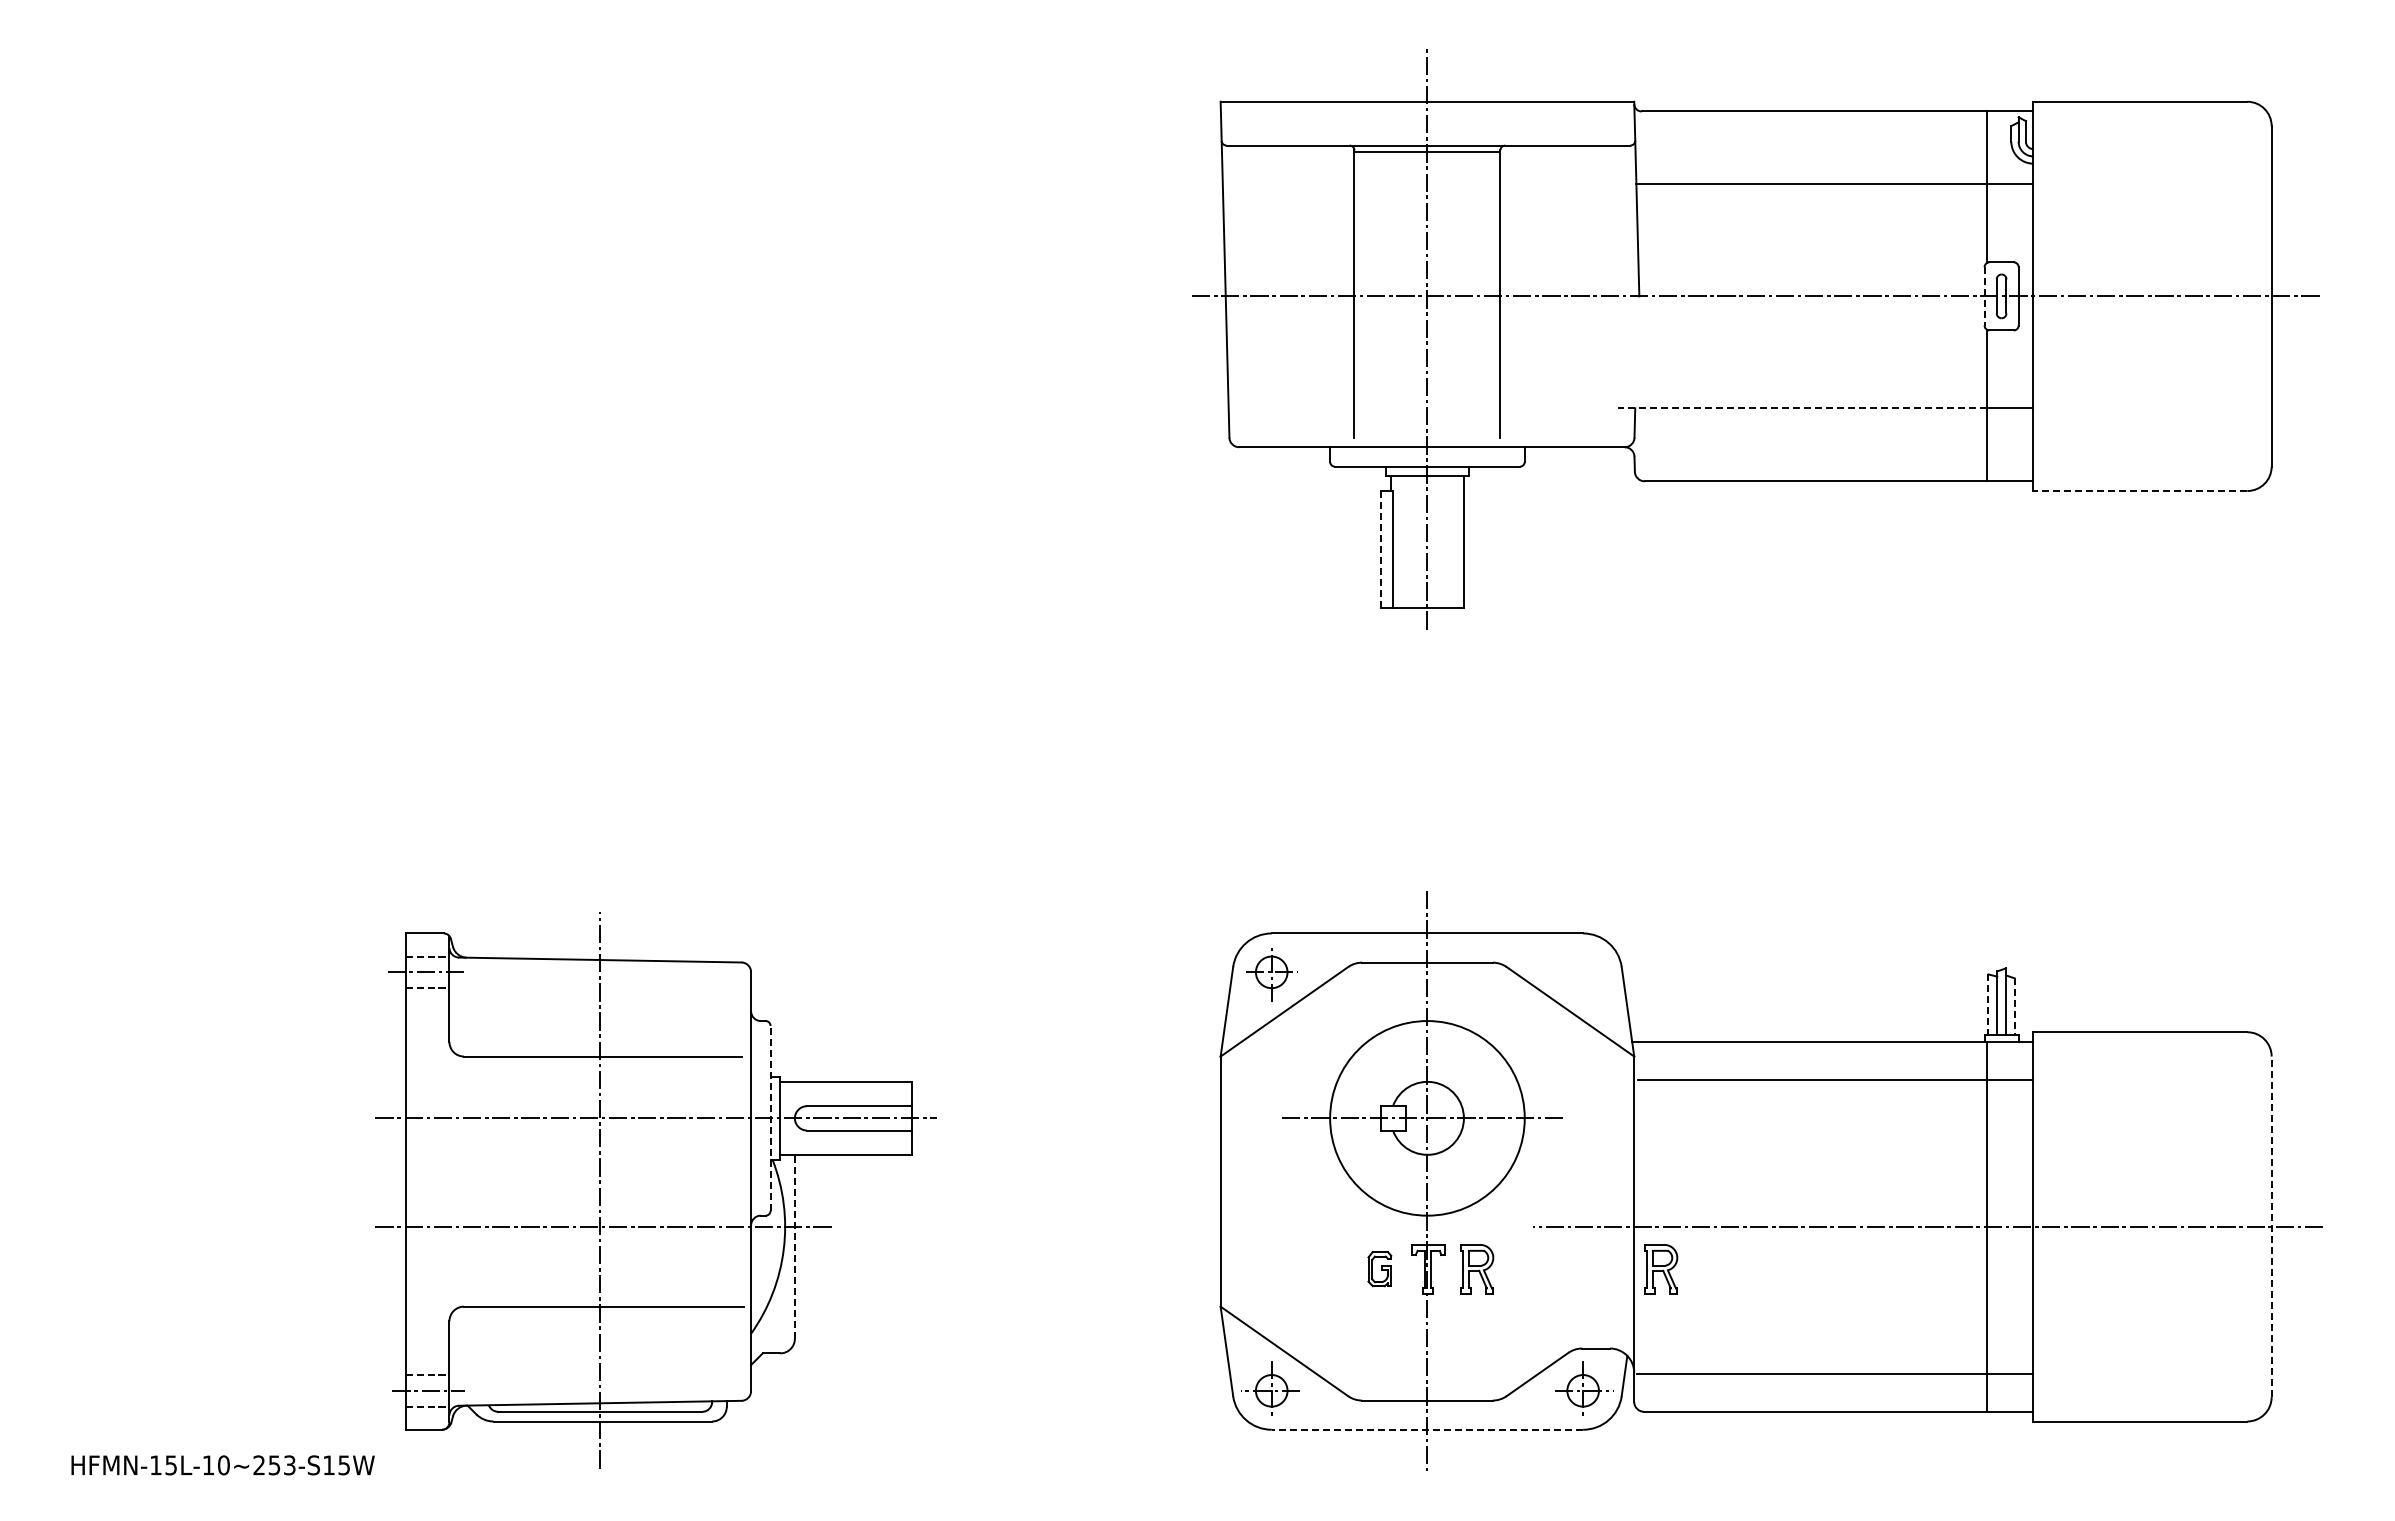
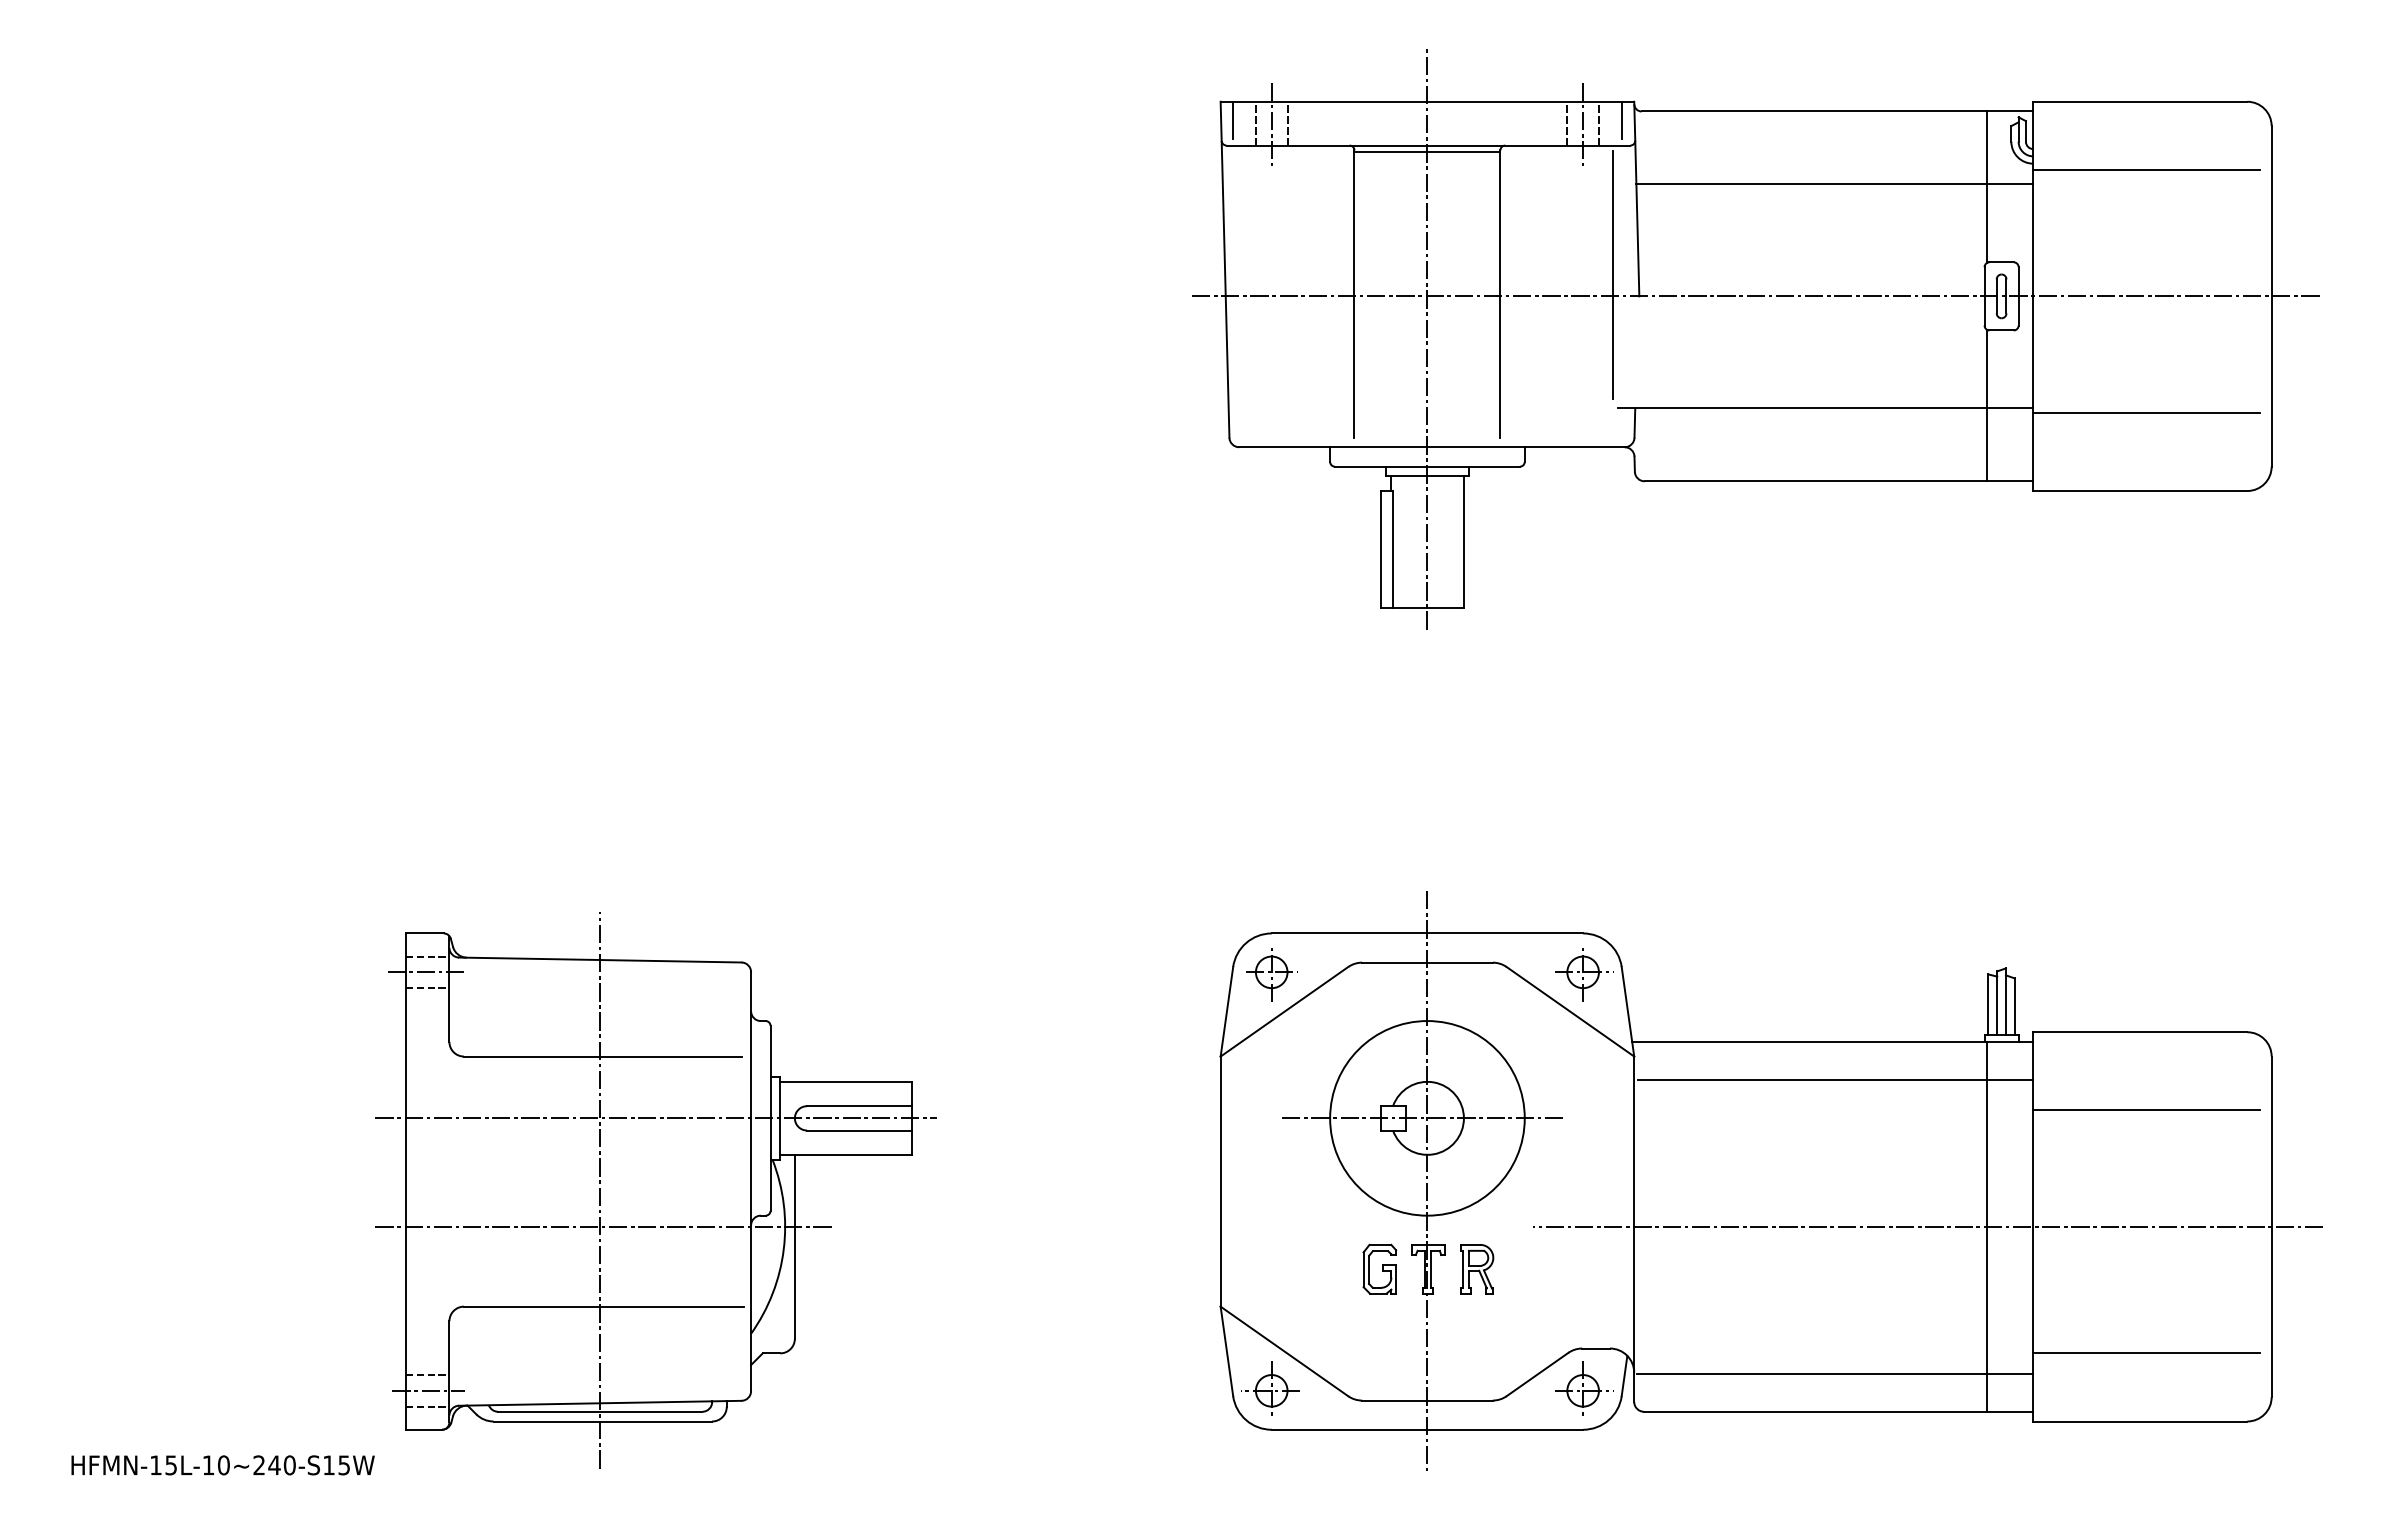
line at (1233, 120): none -> present
line at (1621, 120): none -> present
line at (1255, 123): none -> present
line at (1287, 123): none -> present
line at (1567, 123): none -> present
line at (1598, 123): none -> present
line at (1271, 124): none -> present
line at (1583, 124): none -> present
line at (2146, 169): none -> present
line at (1613, 274): none -> present
line at (1984, 296): dashed -> solid
line at (1802, 408): dashed -> solid
line at (2146, 413): none -> present
line at (2139, 491): dashed -> solid
line at (1381, 549): dashed -> solid
part at (1584, 974): none -> present
line at (1988, 1005): dashed -> solid
line at (2014, 1007): dashed -> solid
line at (2146, 1110): none -> present
line at (770, 1117): dashed -> solid
line at (2271, 1226): dashed -> solid
line at (794, 1246): dashed -> solid
part at (1379, 1269) size: 26x37 px -> 36x52 px
part at (1661, 1269): present -> none
line at (2146, 1353): none -> present
line at (1427, 1429): dashed -> solid
text at (281, 1465): HFMN-15L-10~253-S15W -> HFMN-15L-10~240-S15W
